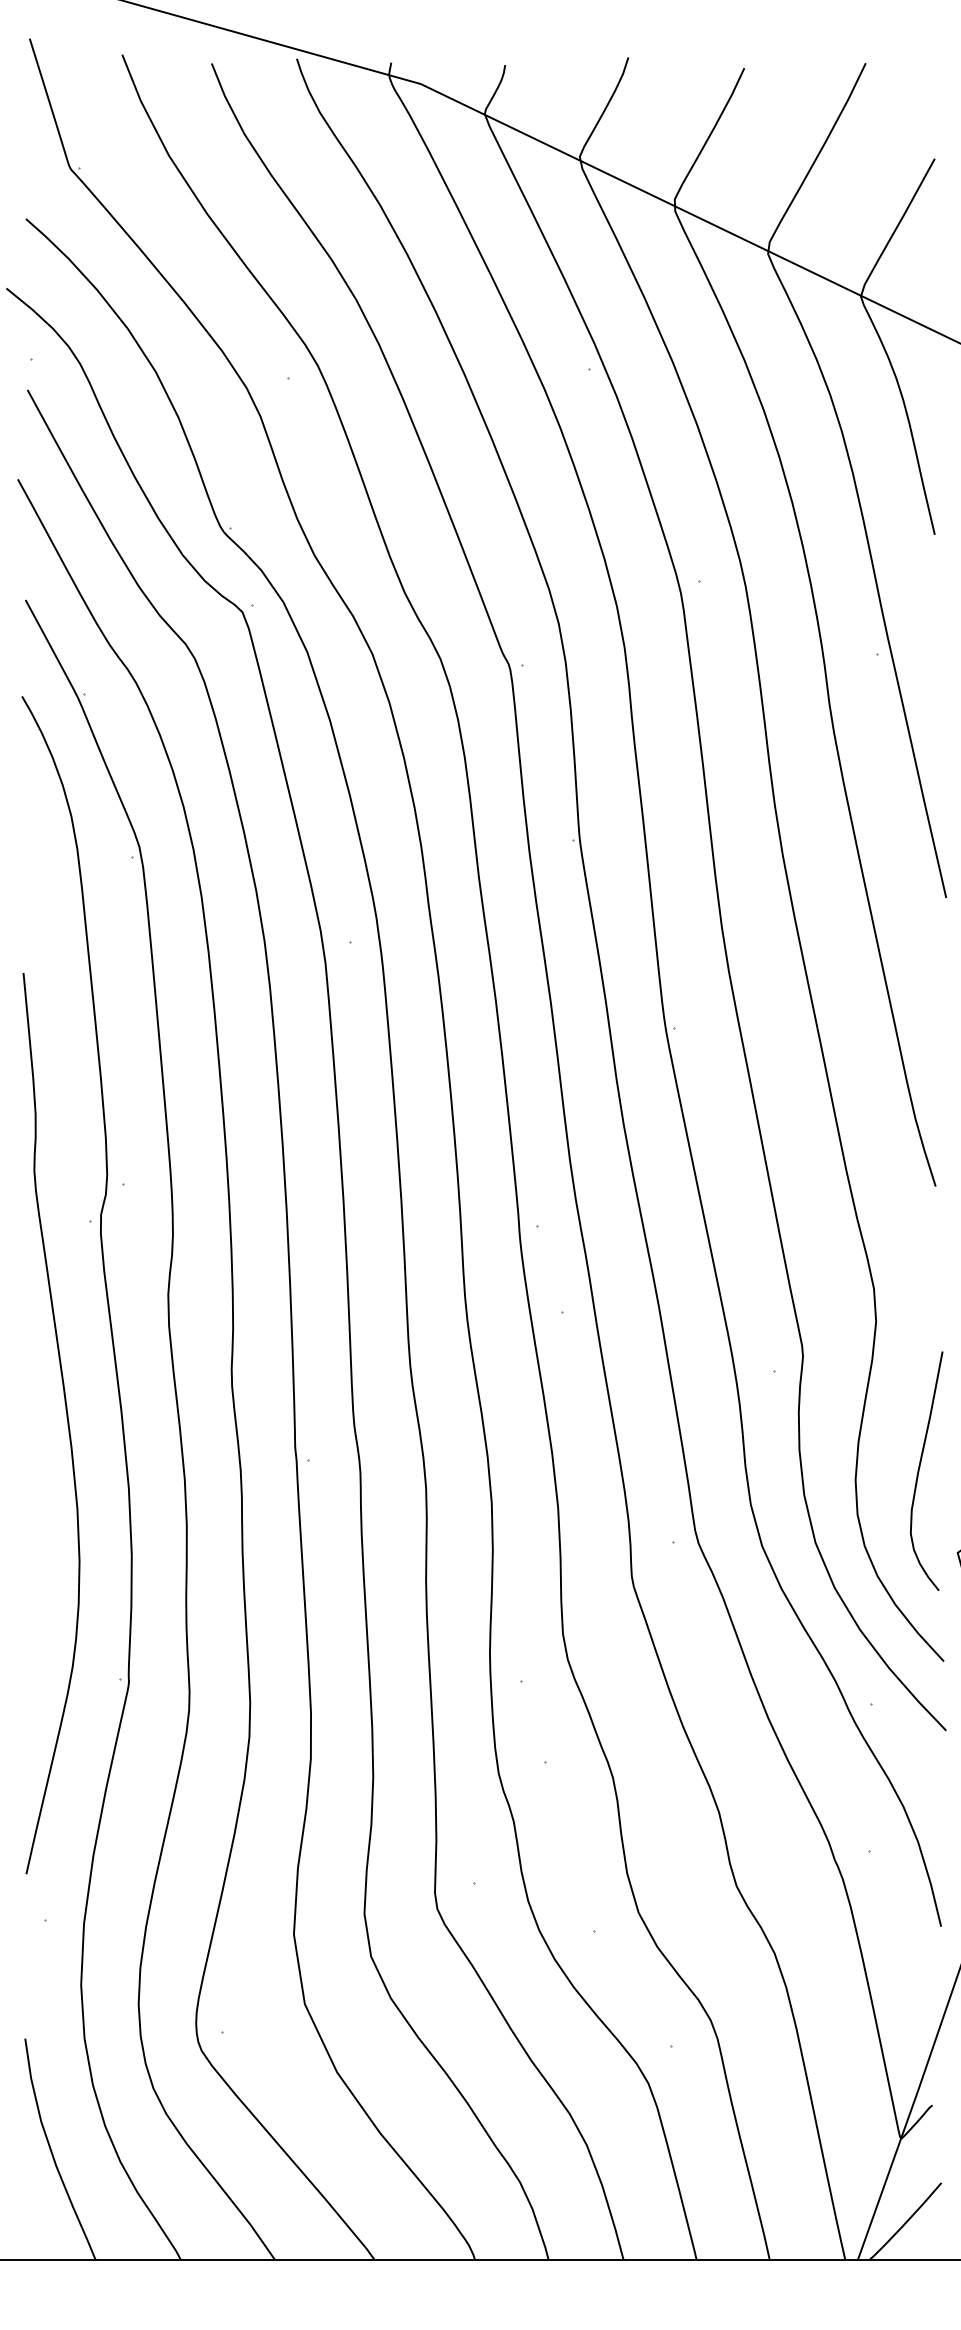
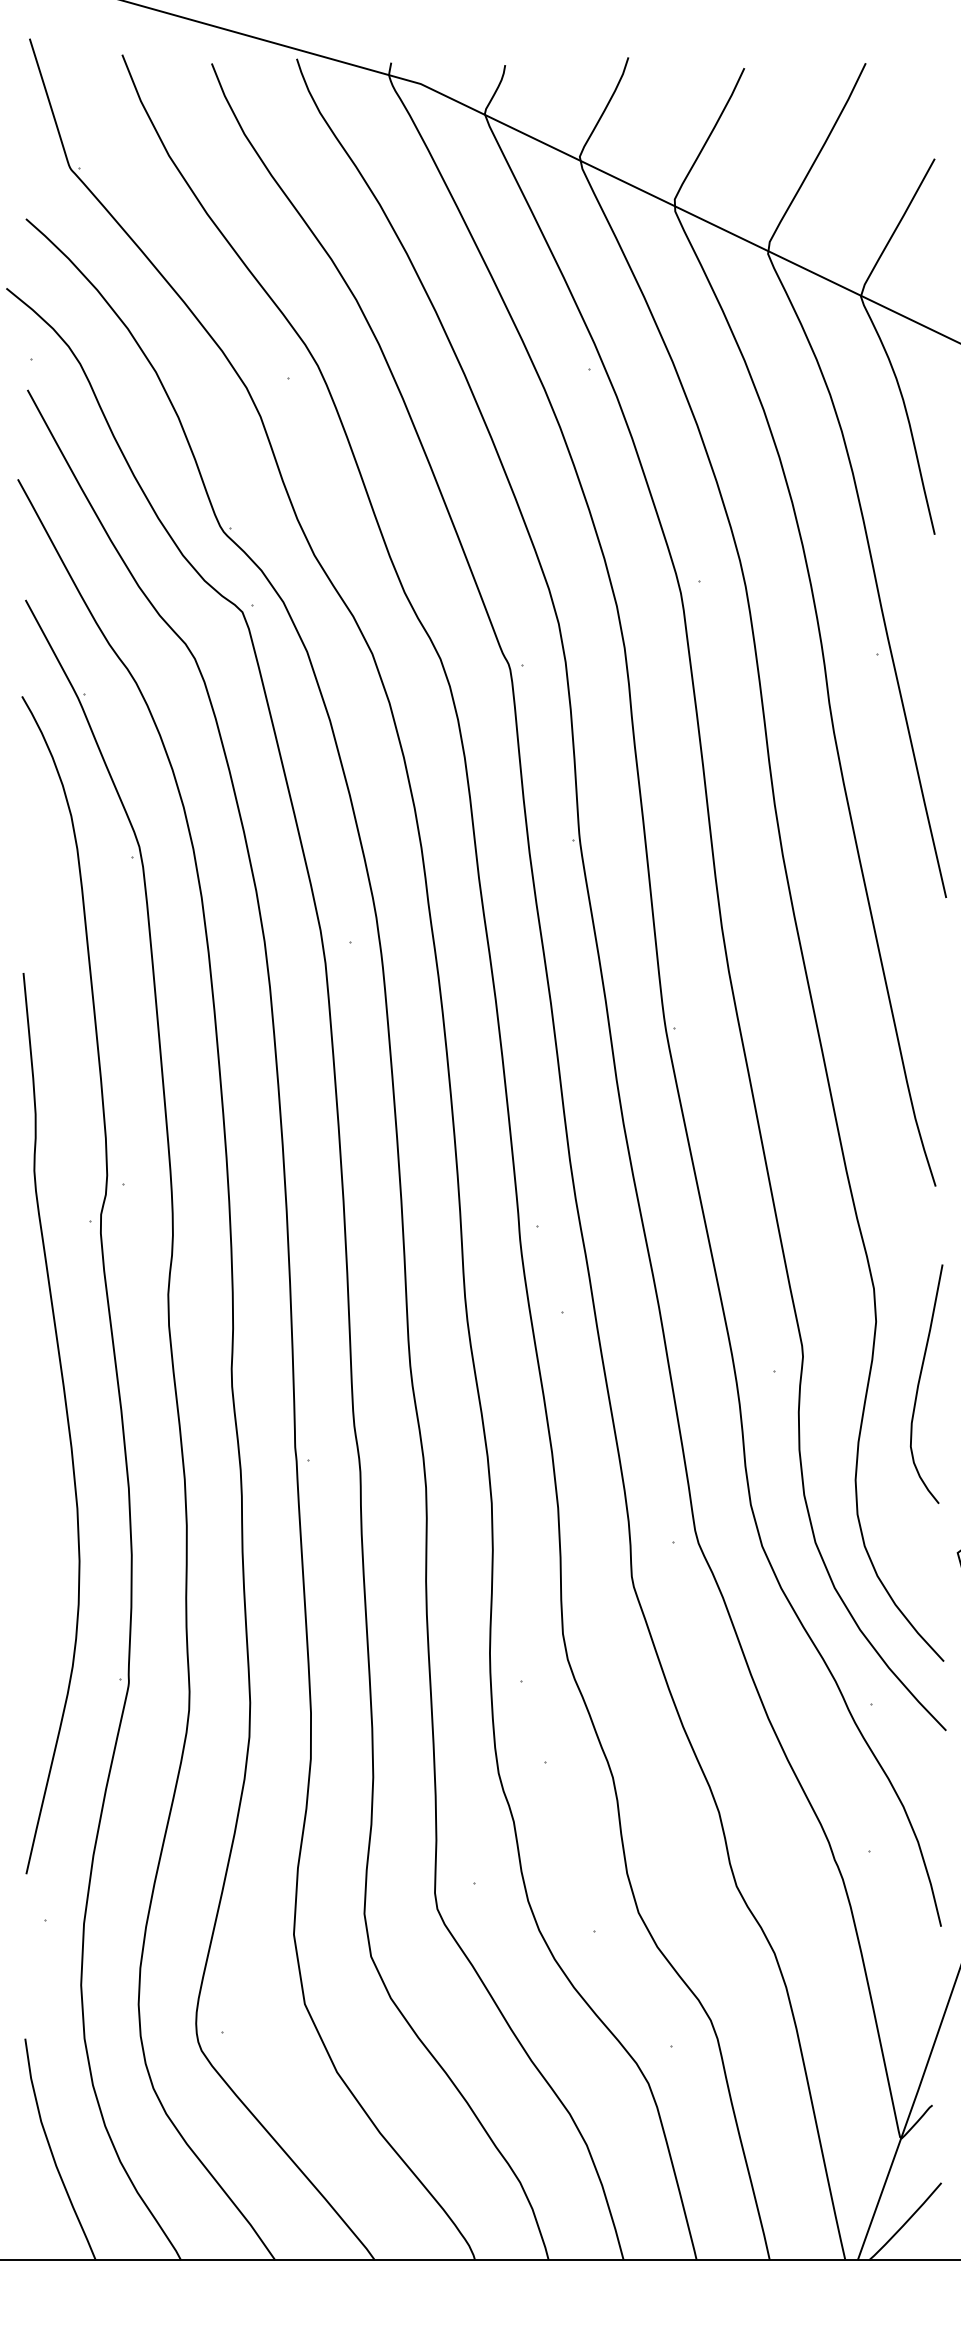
curve at (920, 1467) position: (920, 1467) -> (920, 1380)
